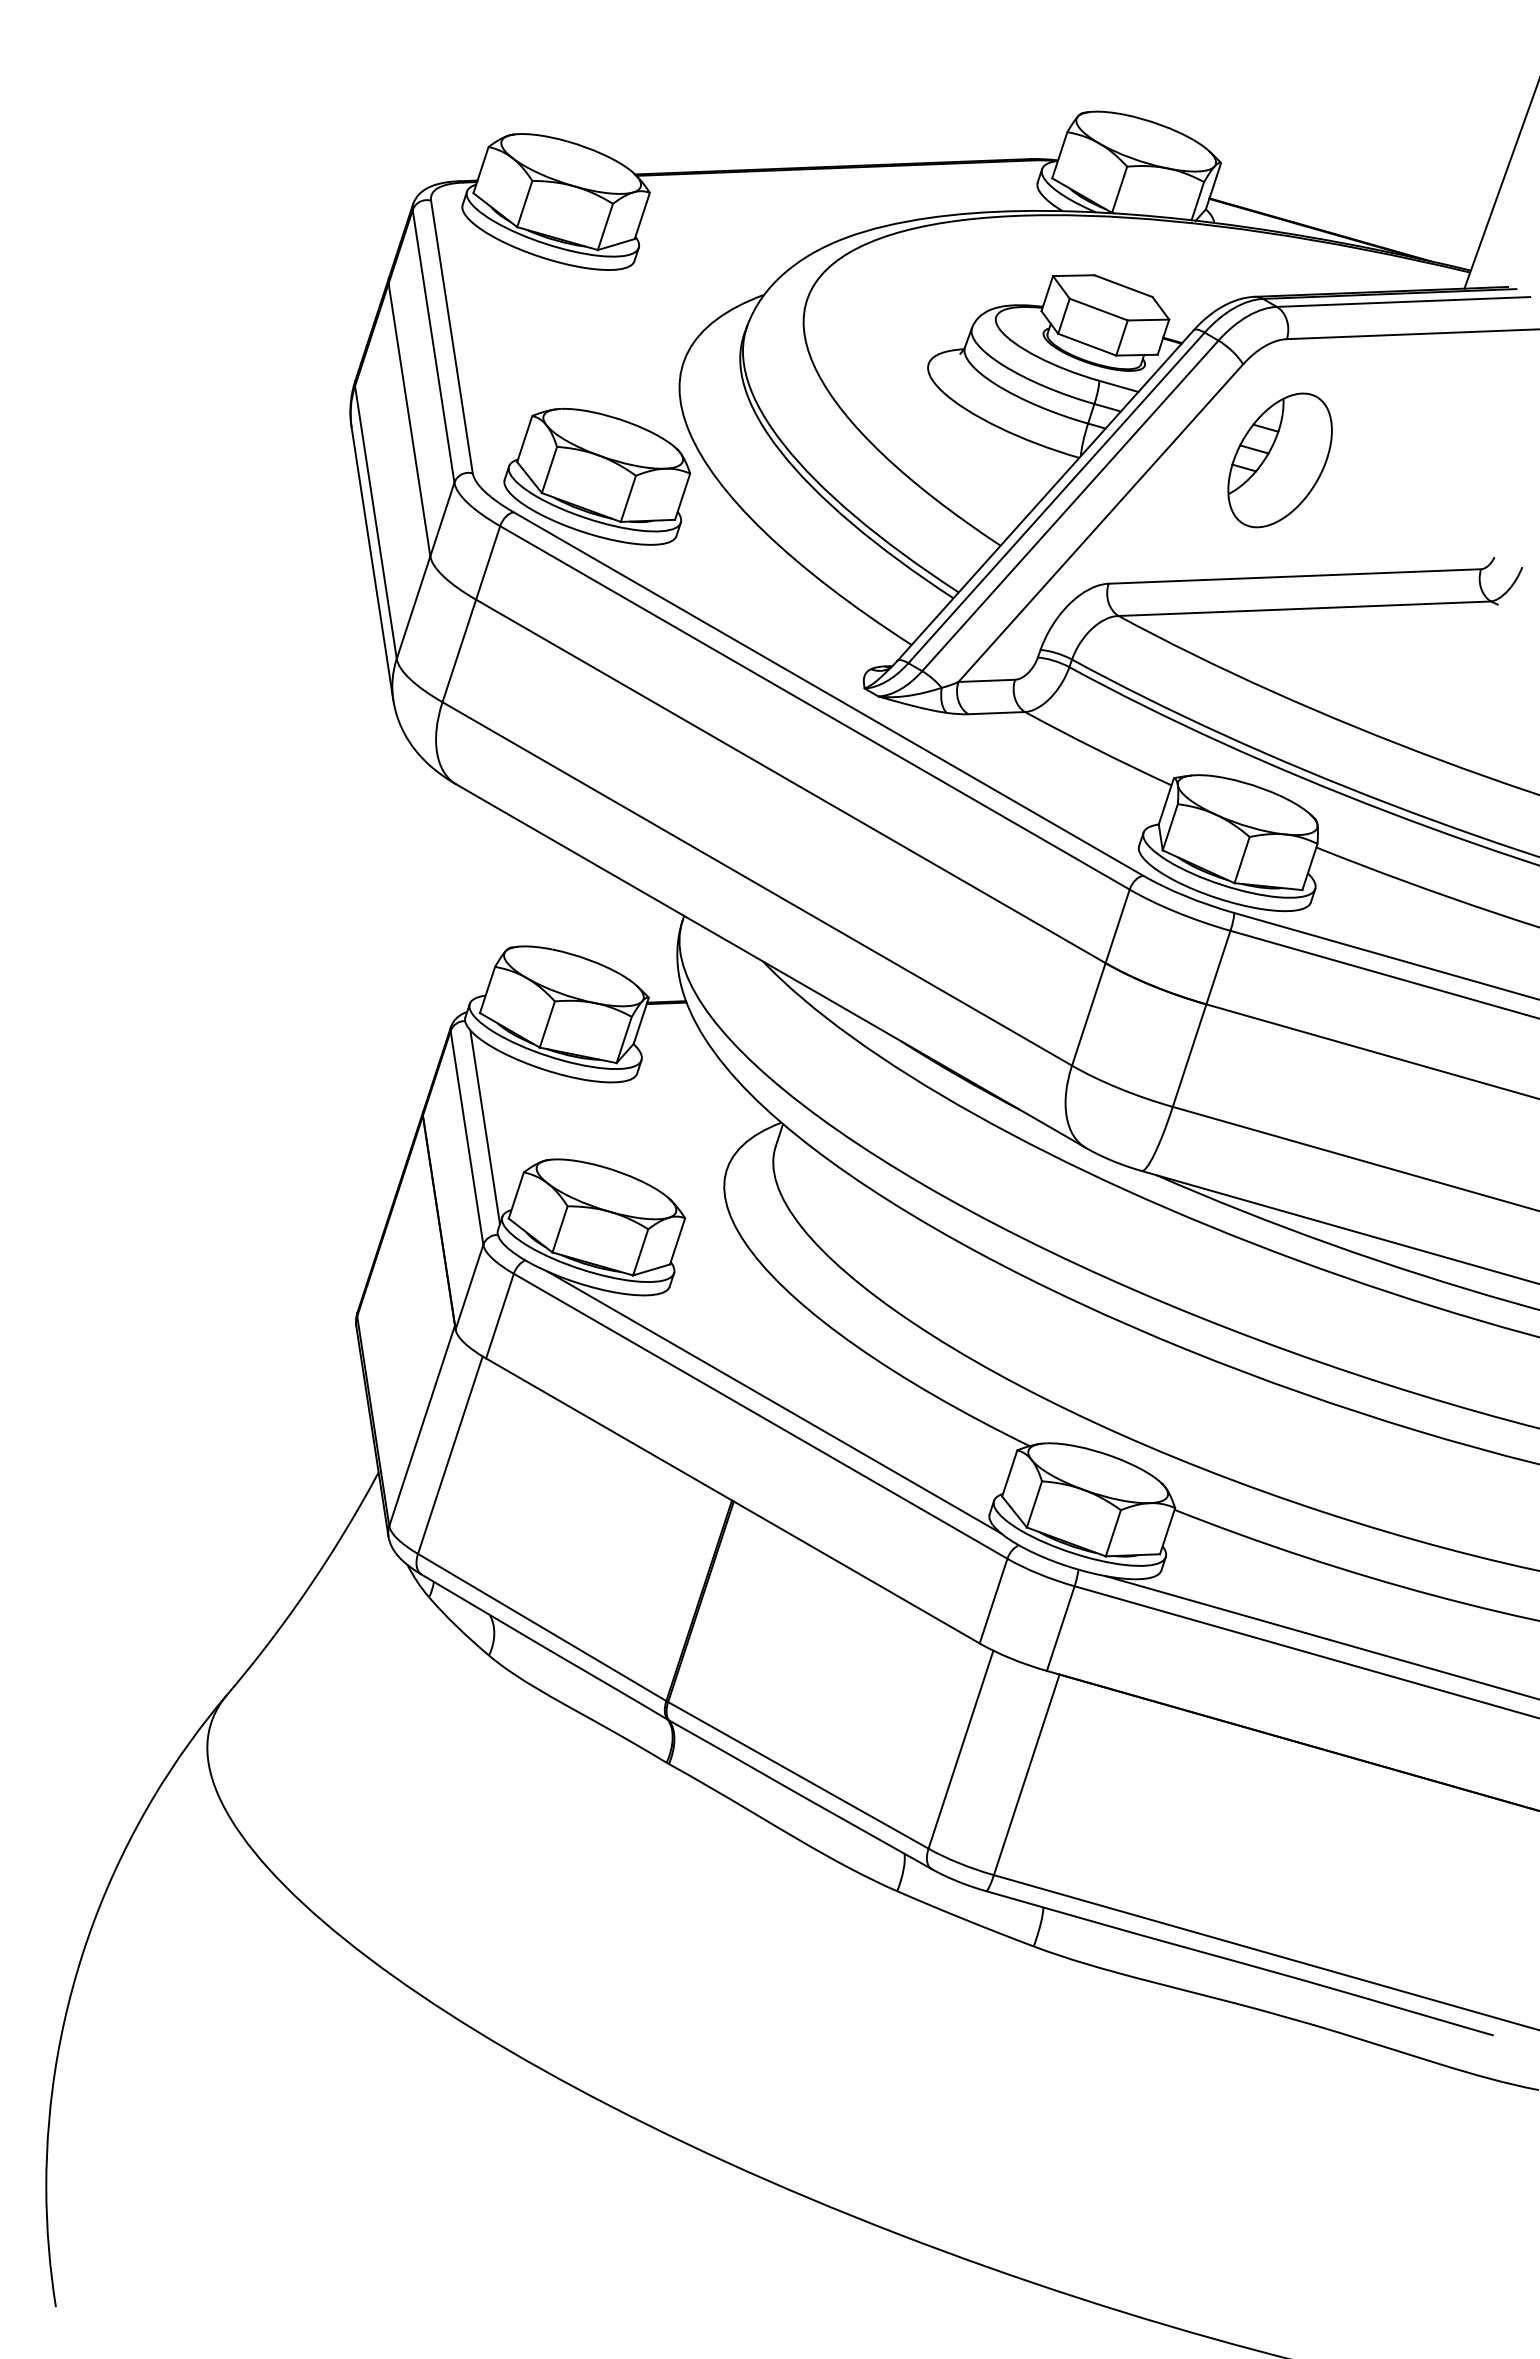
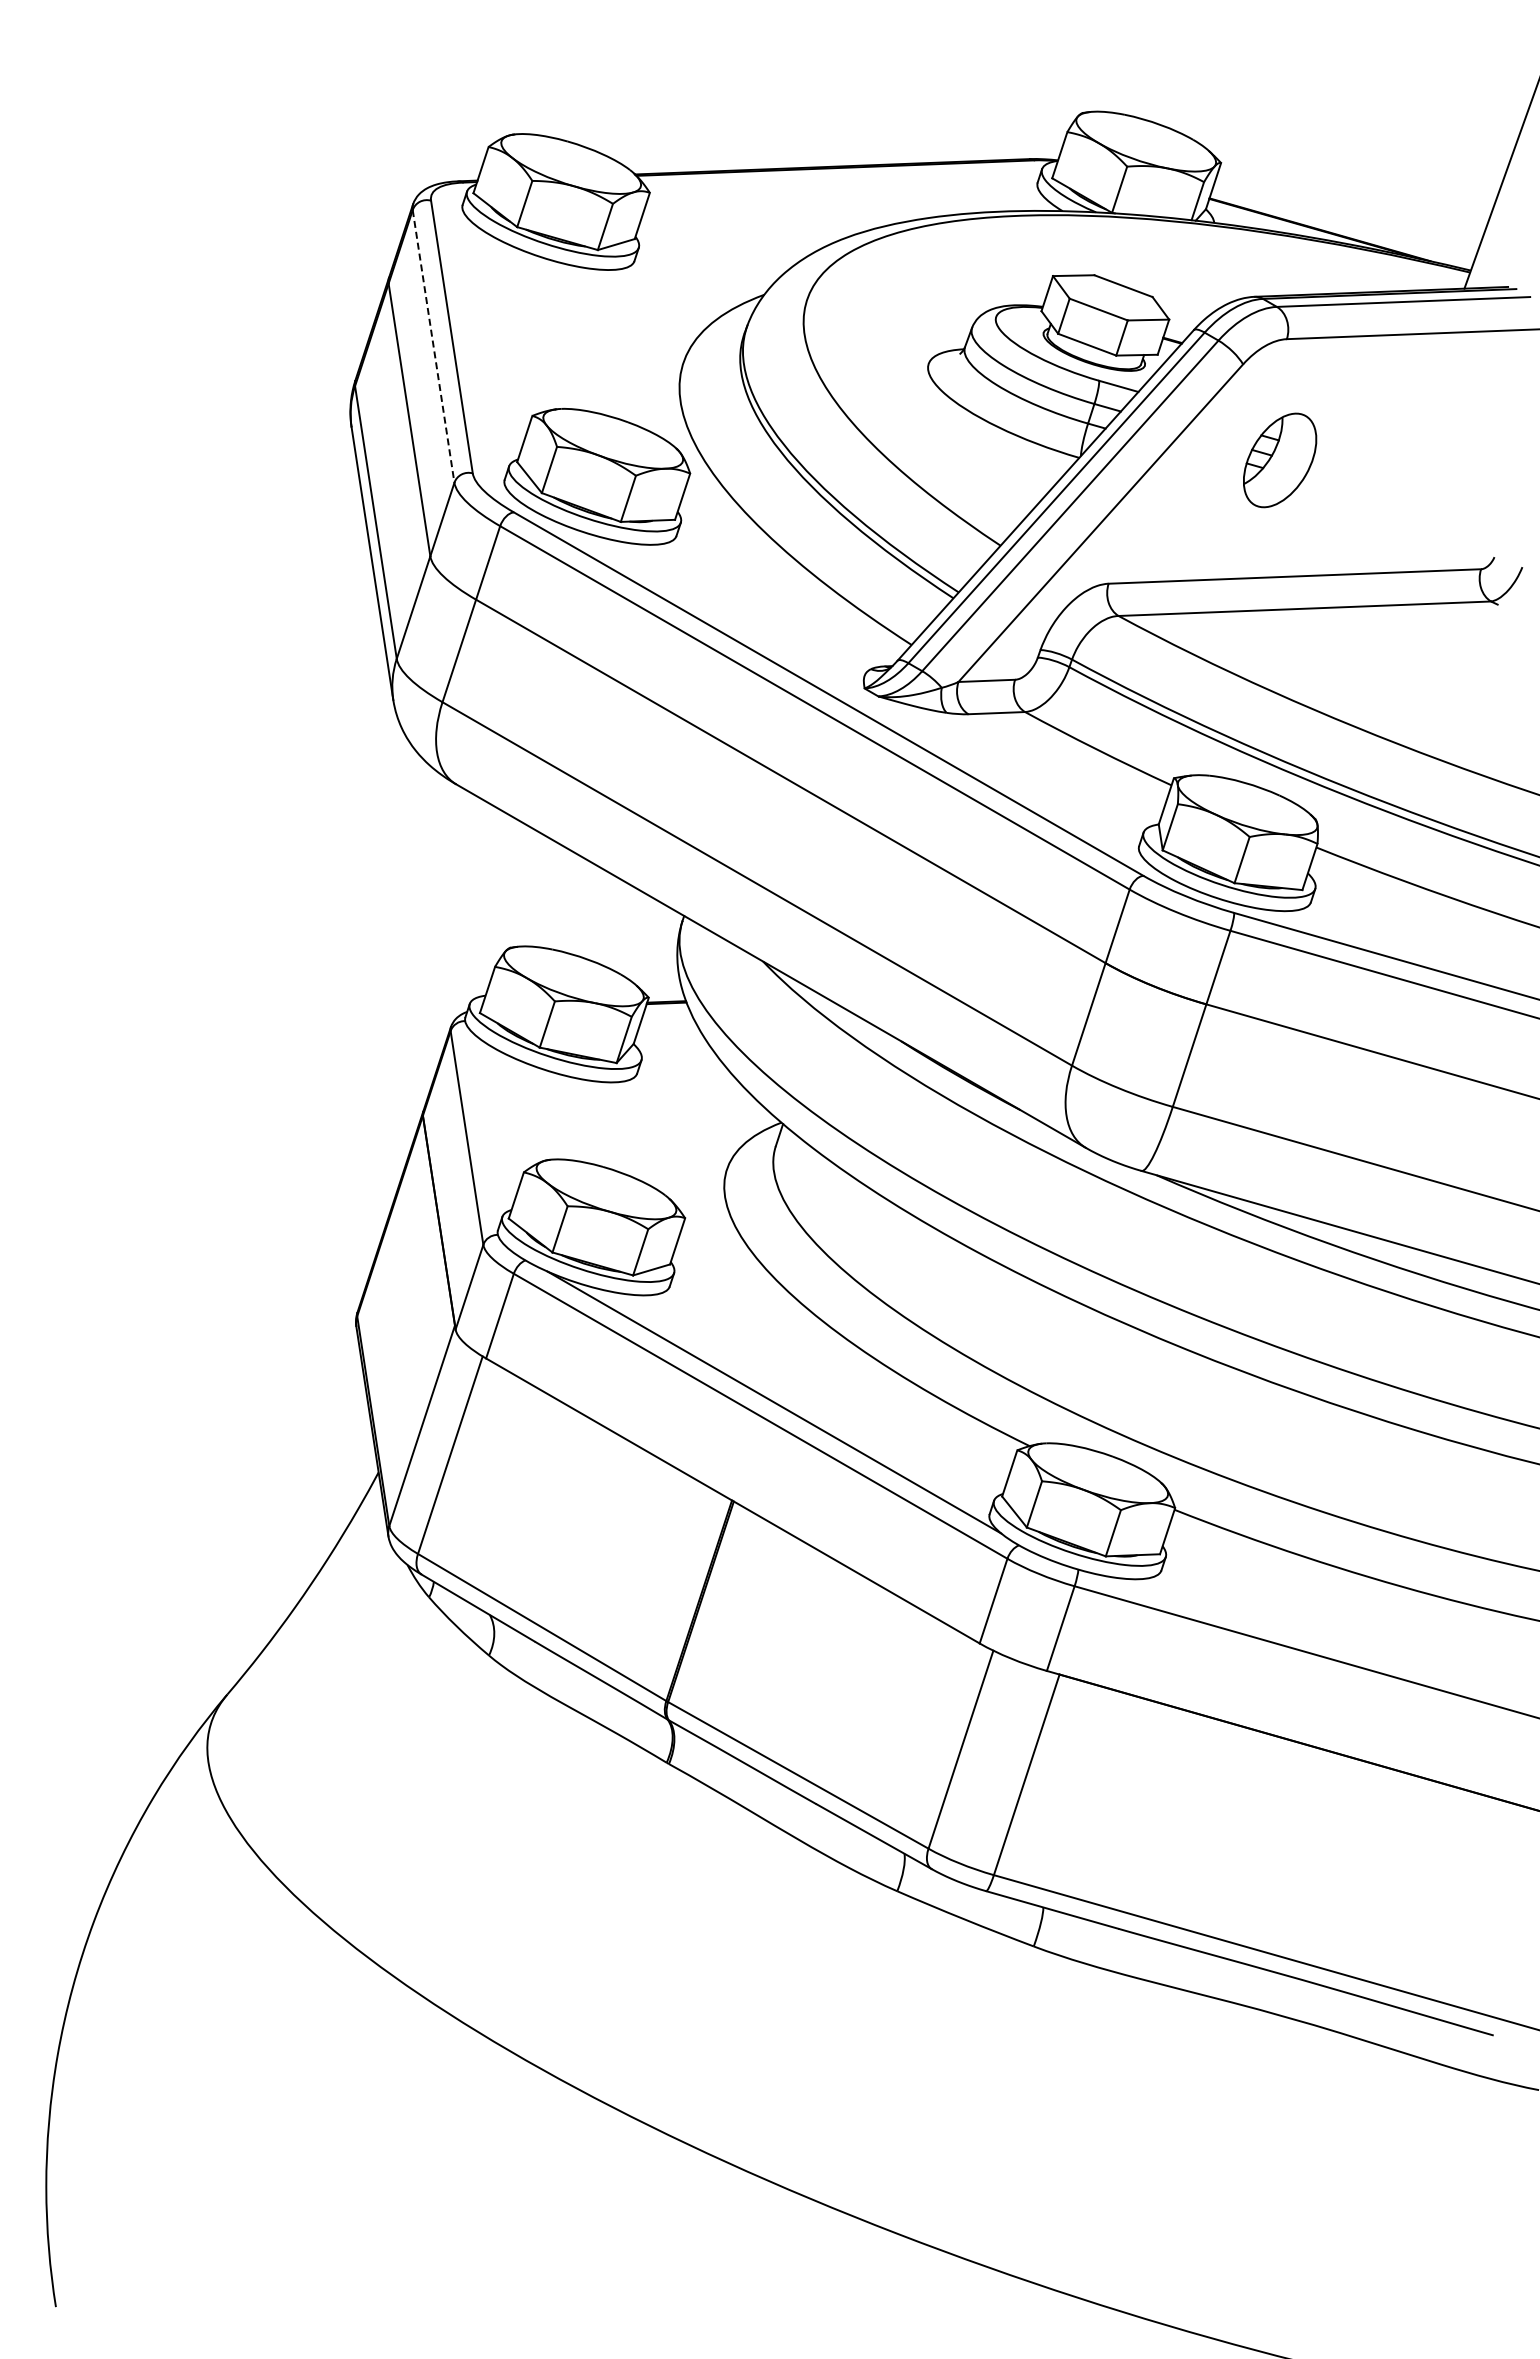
line at (433, 346): solid -> dashed
part at (1279, 460) size: 106x137 px -> 75x97 px
line at (484, 1127): present -> none
line at (1320, 1637): present -> none
